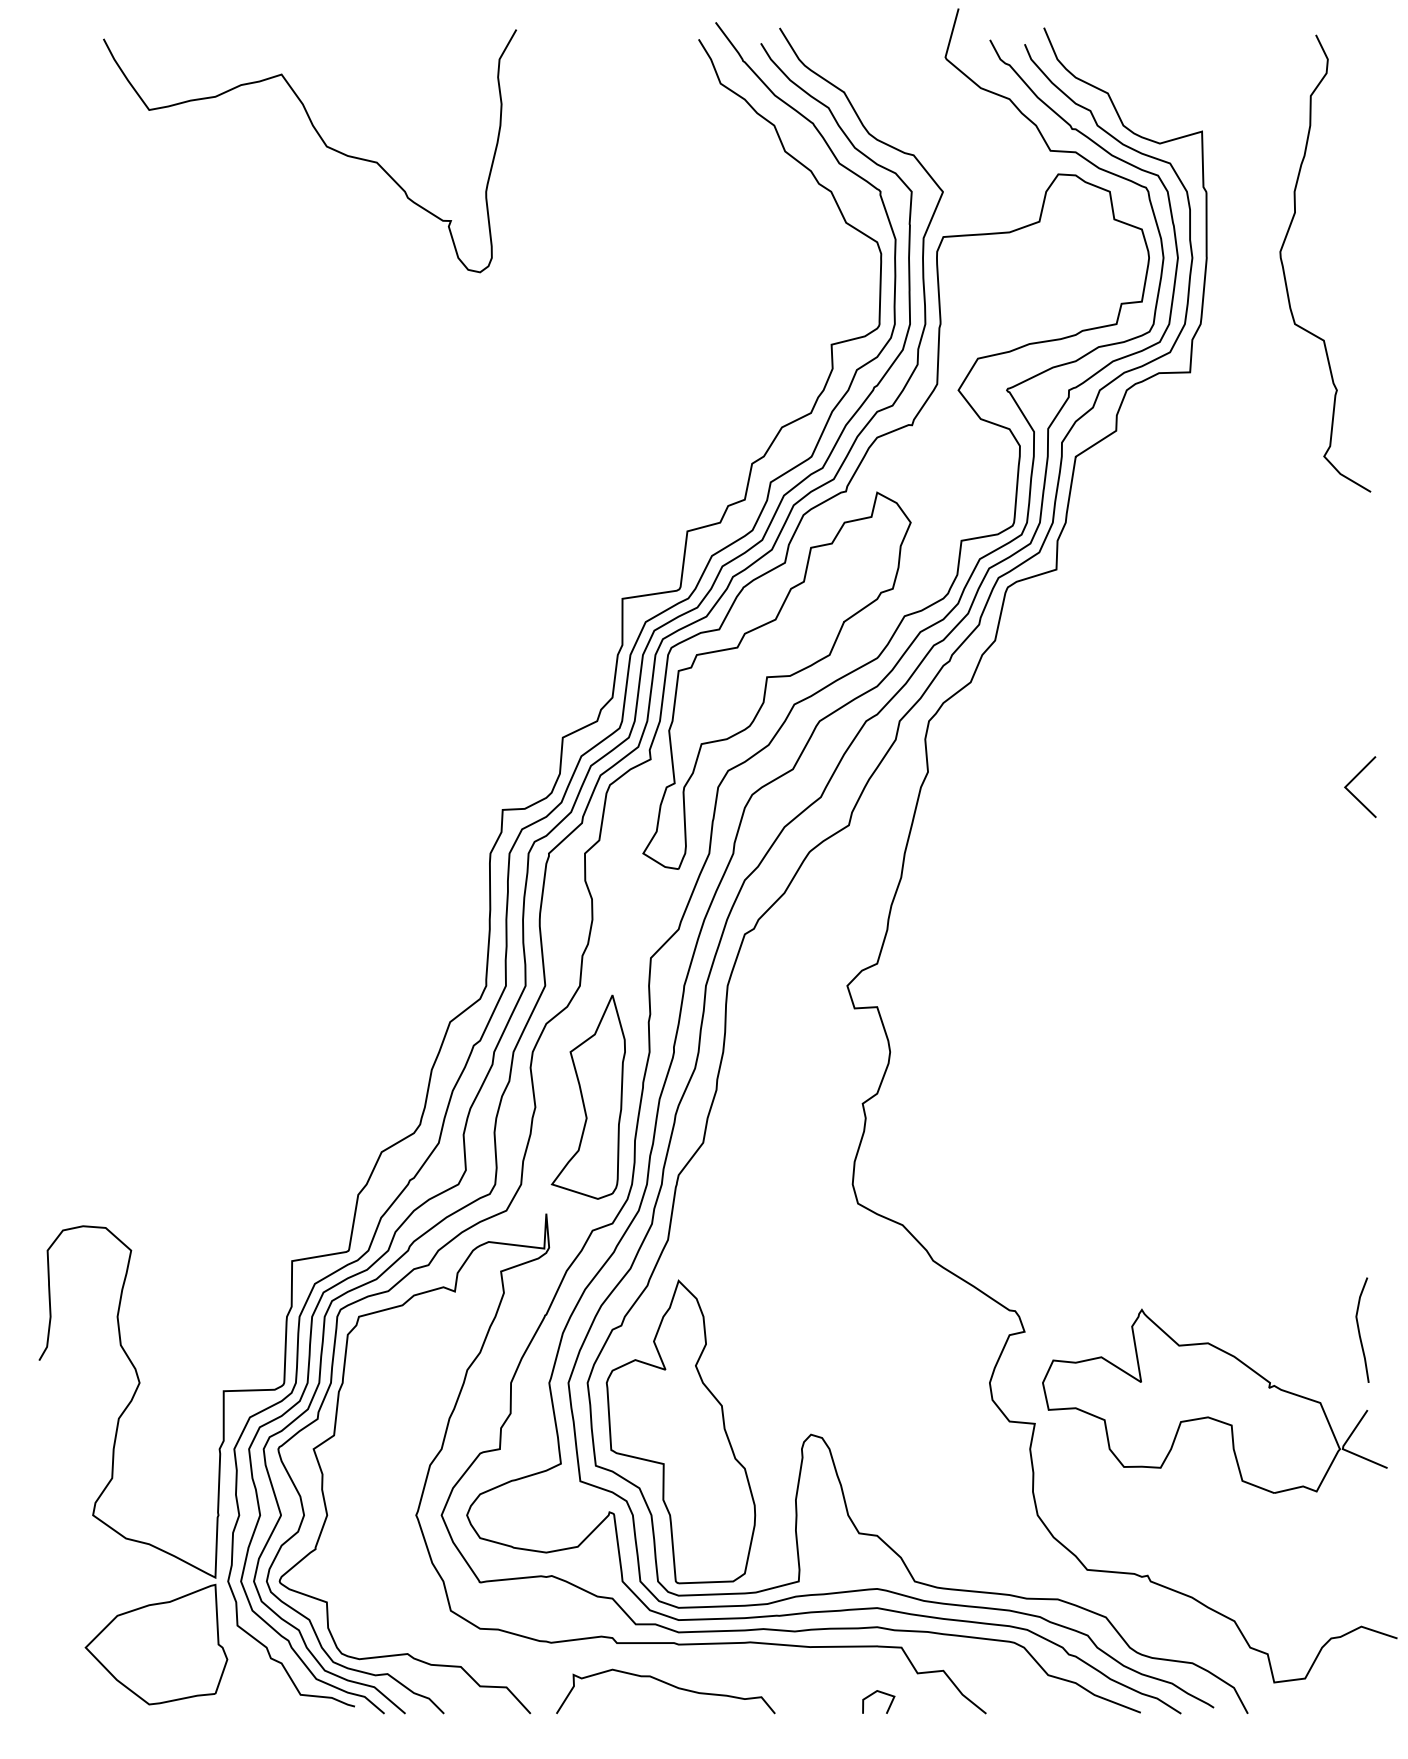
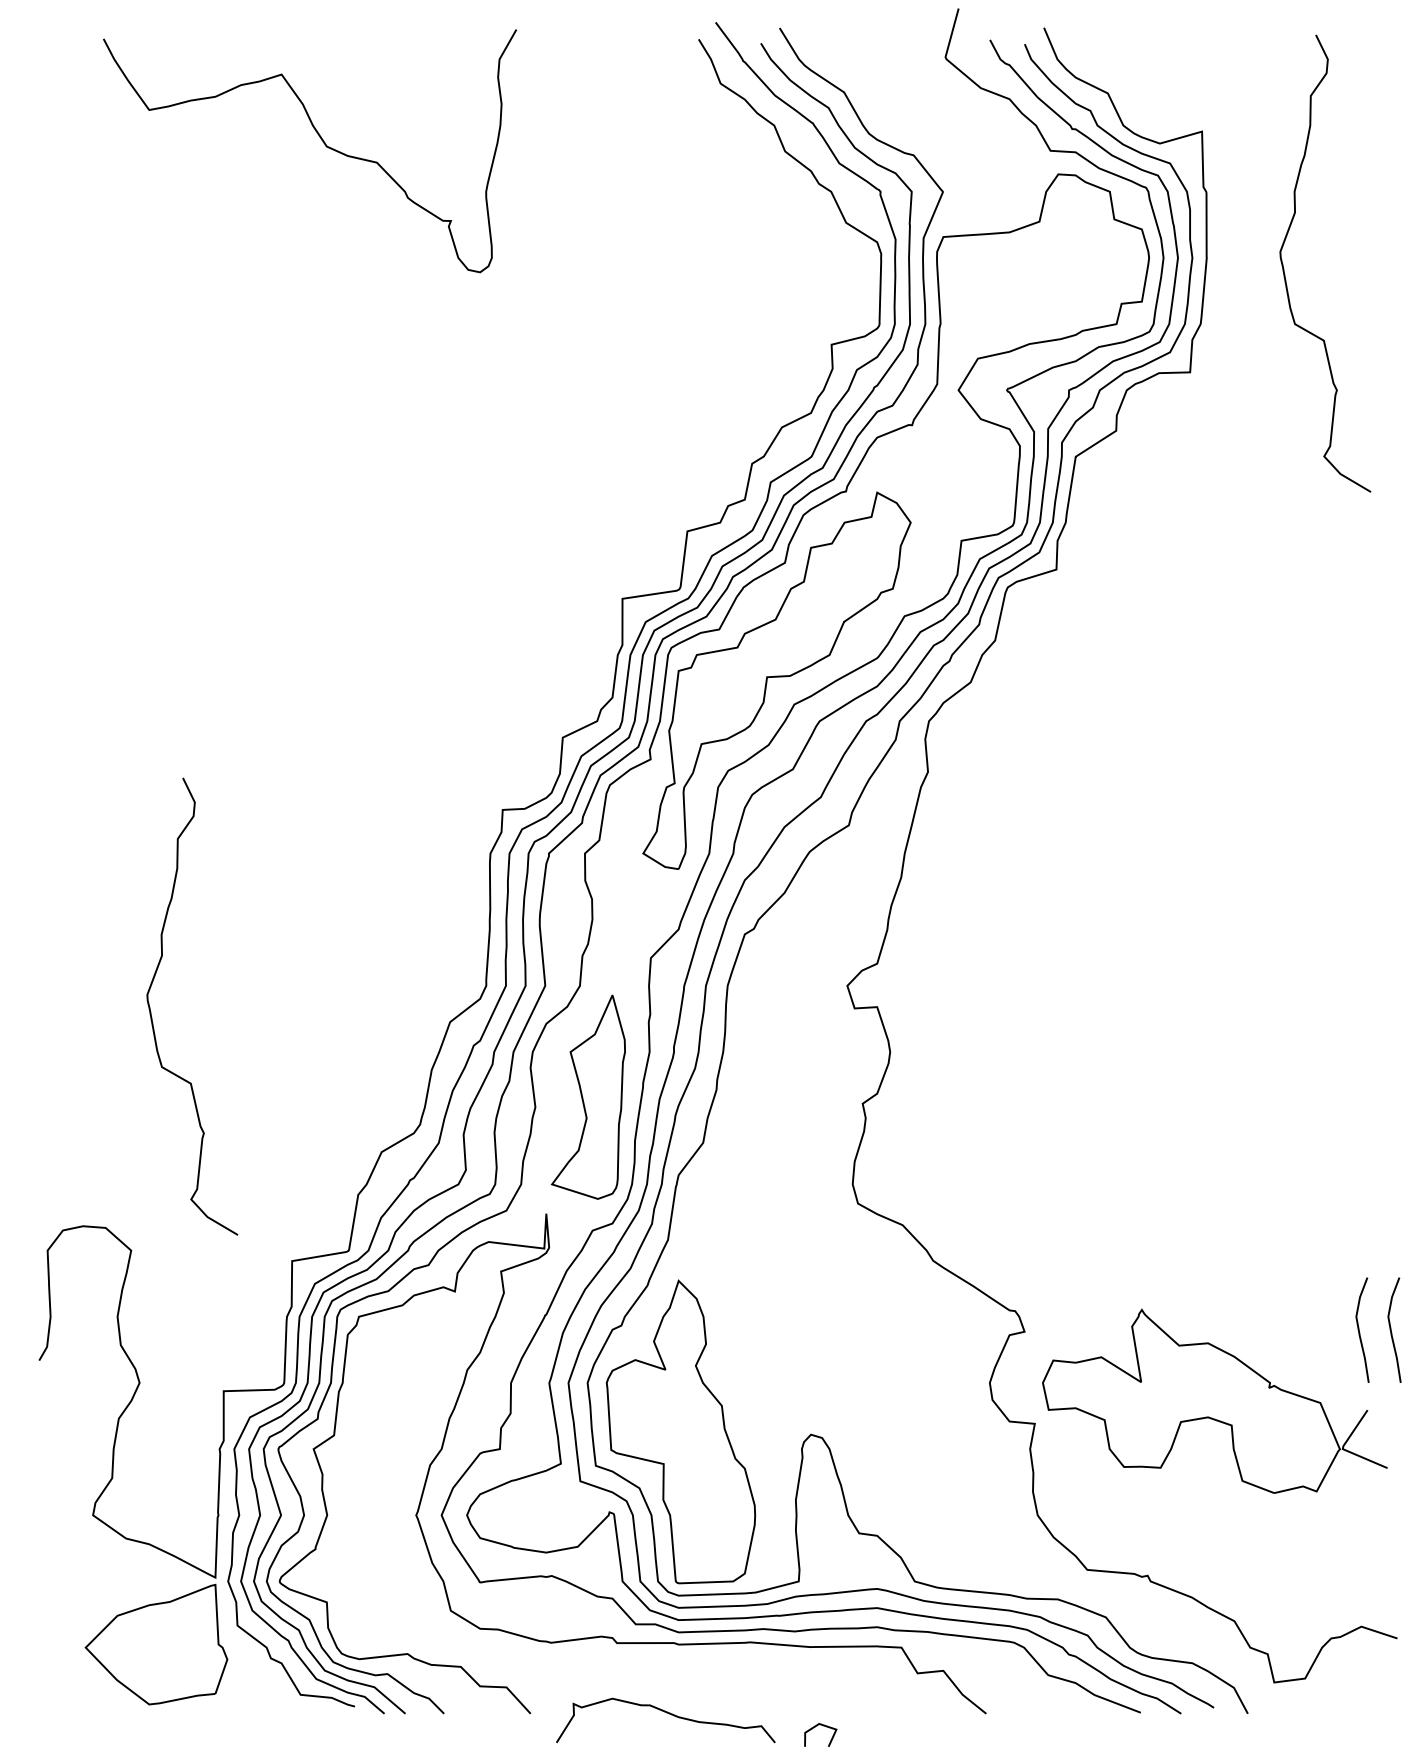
line at (1353, 780): present -> none
curve at (151, 1011): none -> present
curve at (1391, 1329): none -> present
curve at (666, 1684) position: (666, 1684) -> (666, 1713)
line at (875, 1693) position: (875, 1693) -> (817, 1726)
